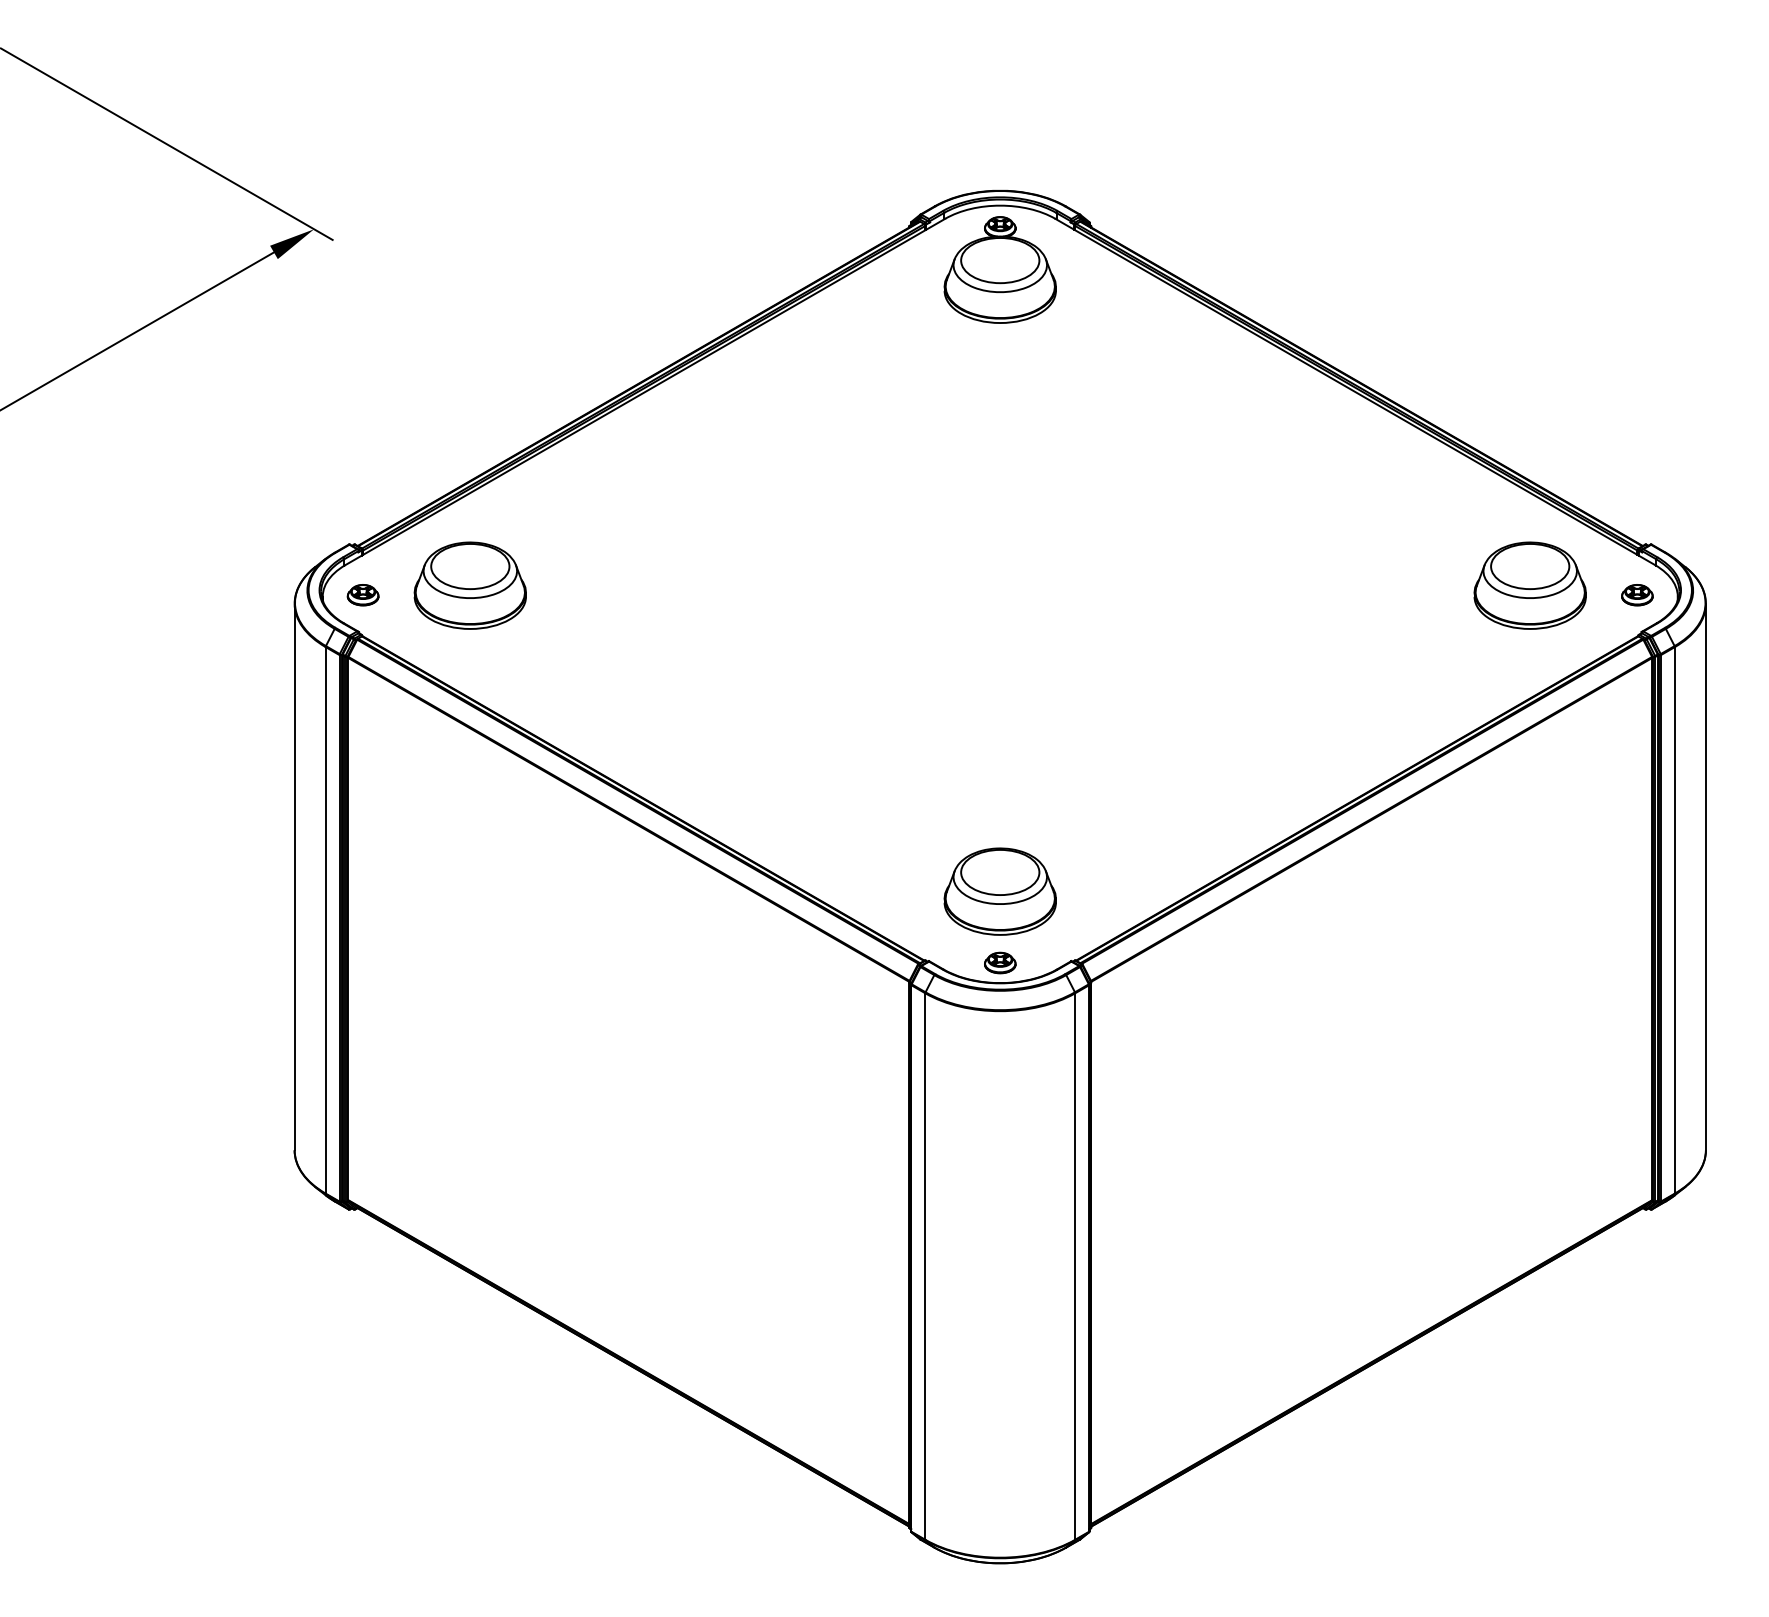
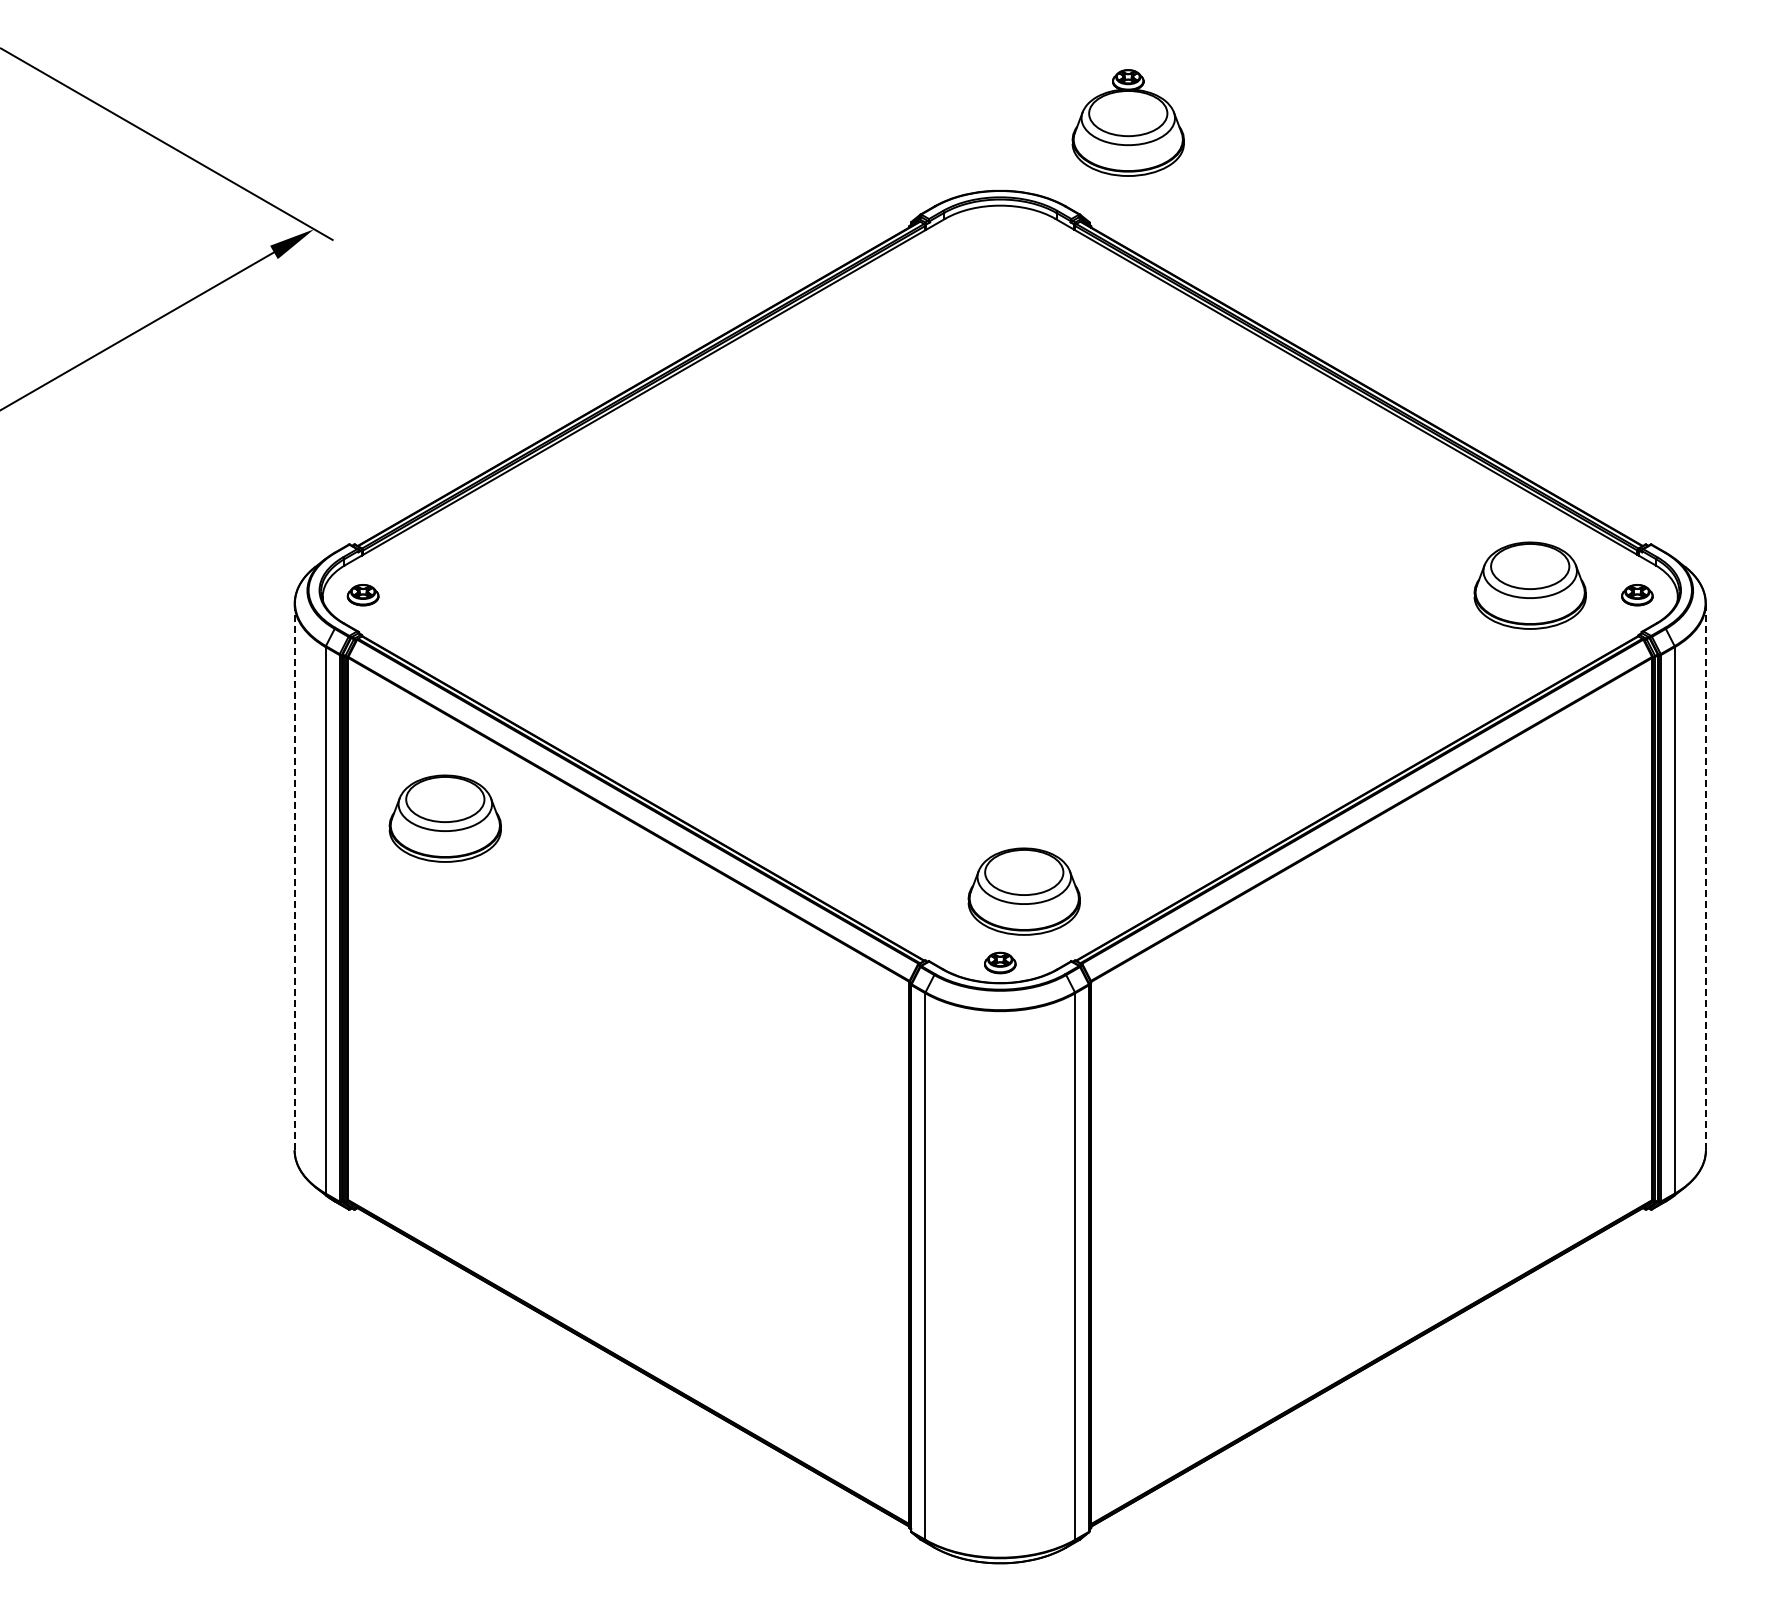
part at (999, 269) position: (999, 269) -> (1127, 122)
part at (469, 585) position: (469, 585) -> (444, 818)
line at (294, 877): solid -> dashed
line at (1705, 877): solid -> dashed
part at (999, 891) position: (999, 891) -> (1023, 891)
